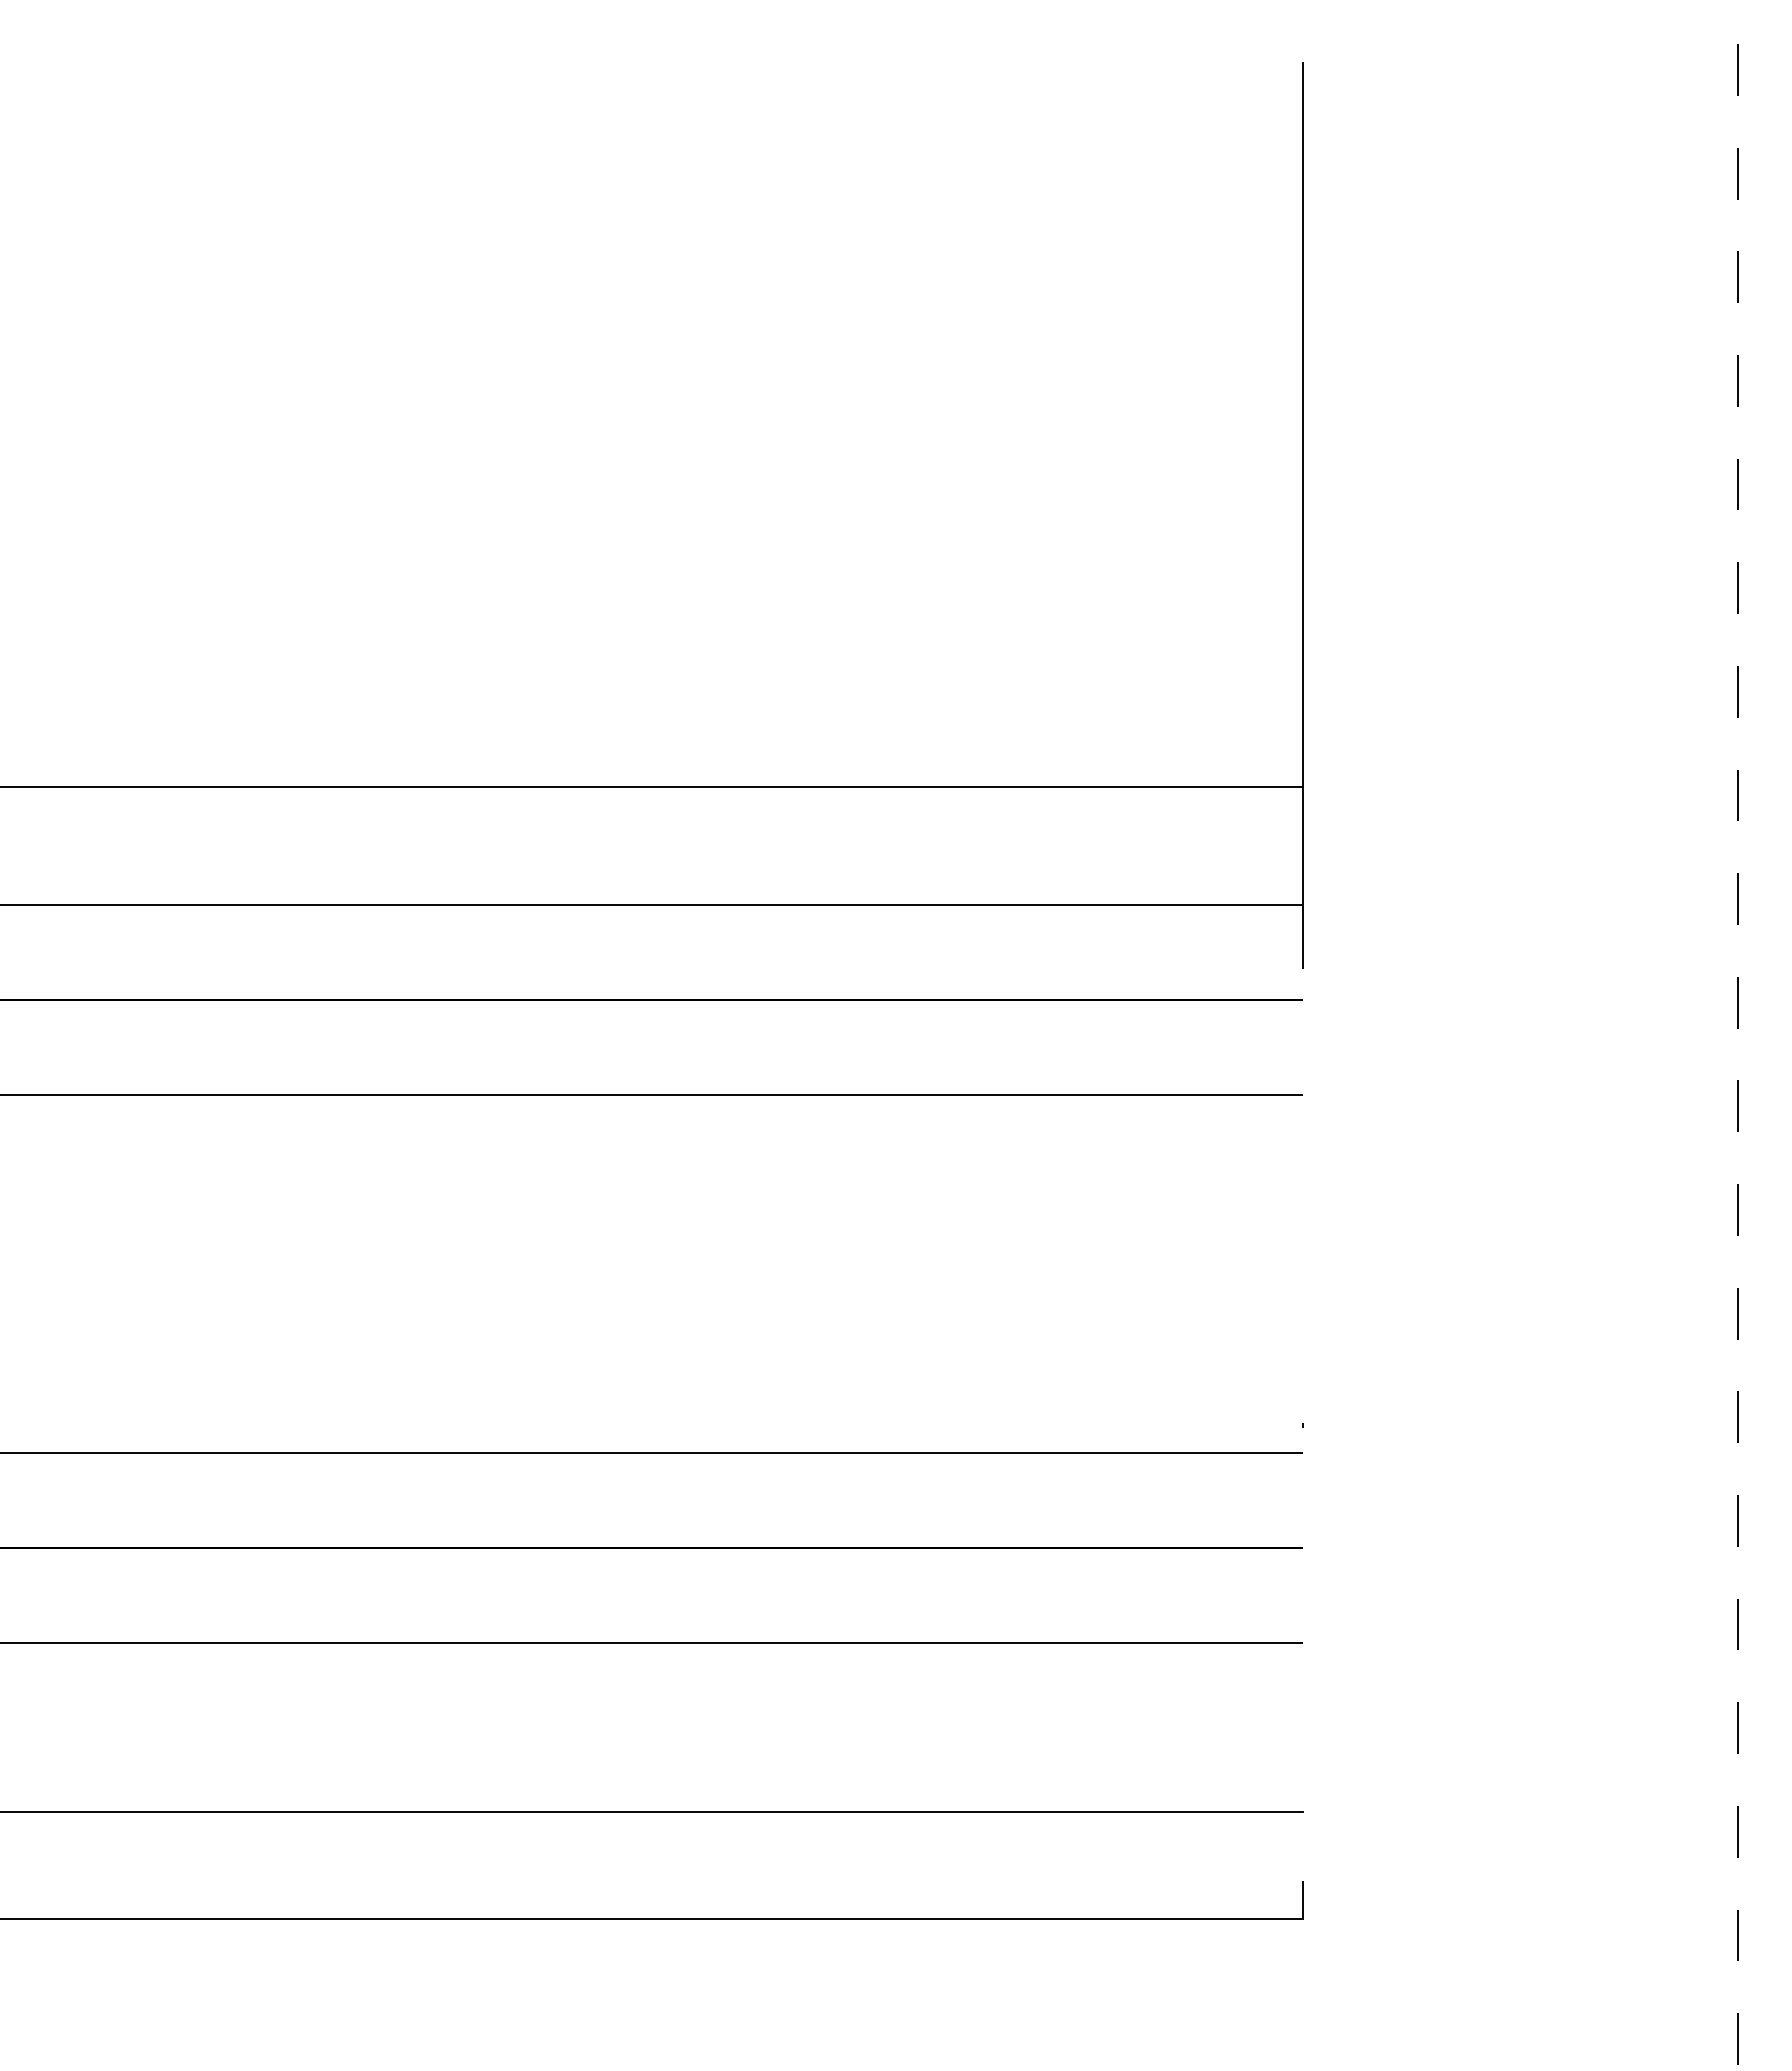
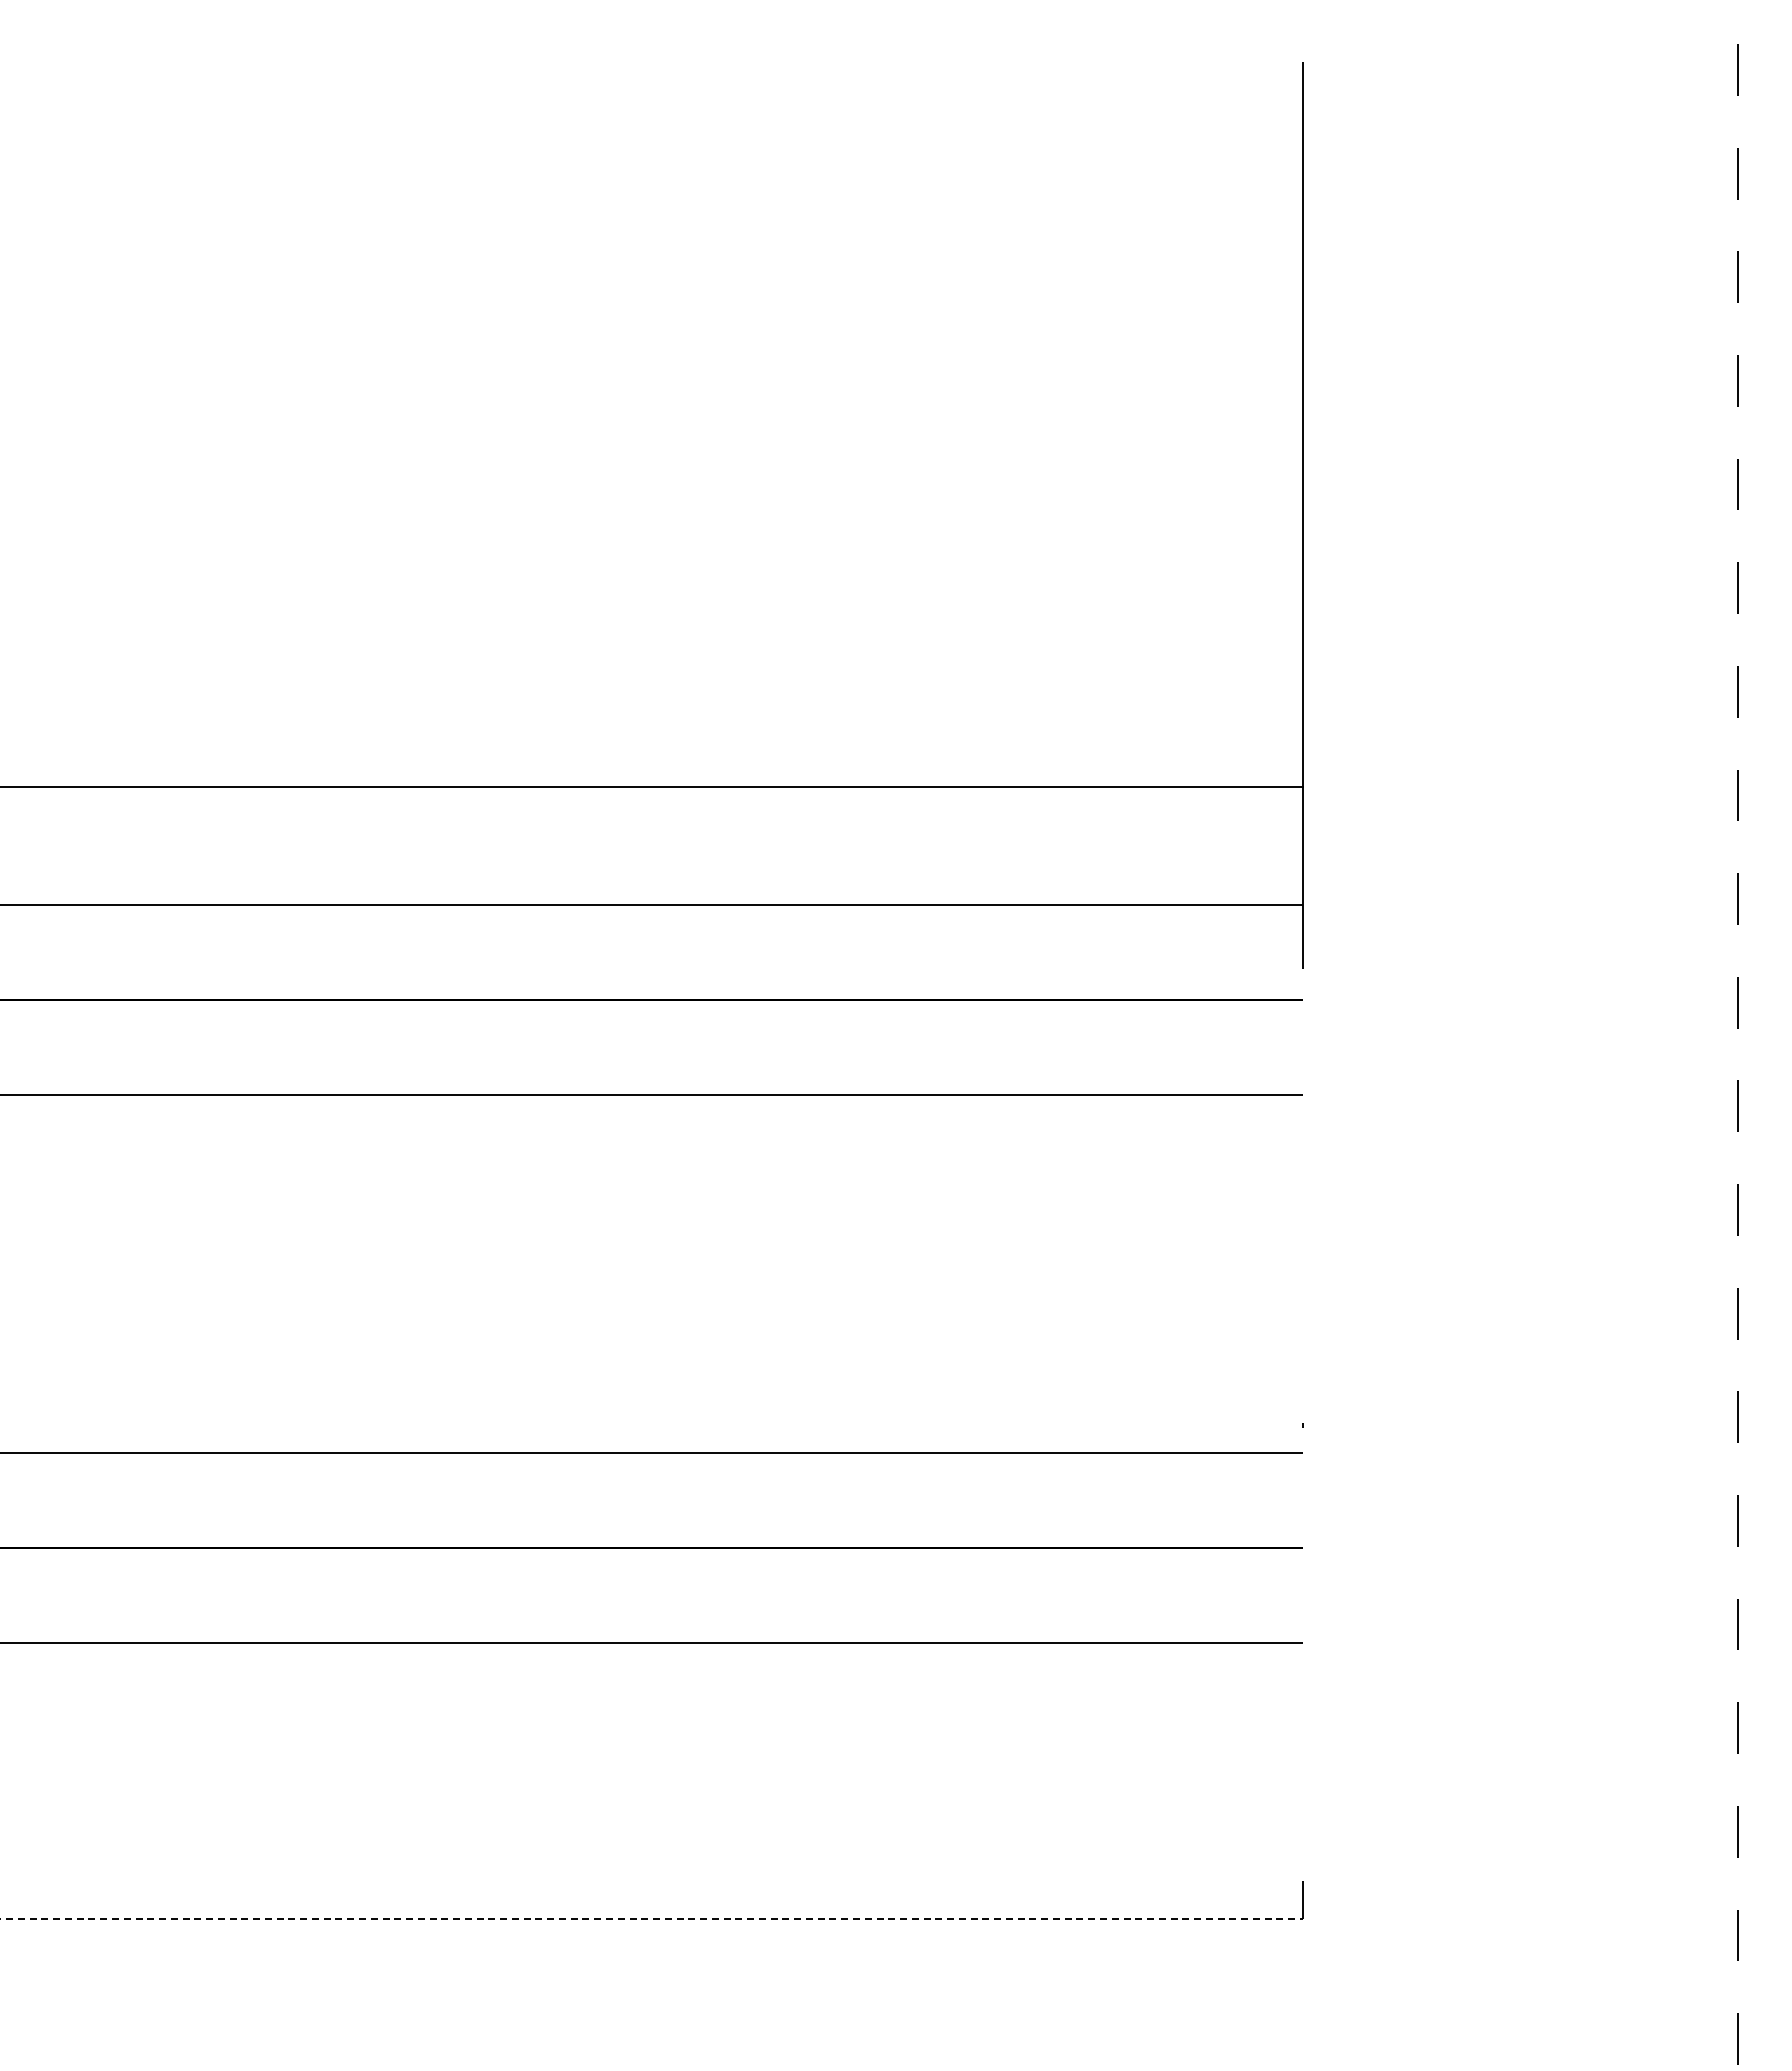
line at (652, 1812): present -> none
line at (652, 1919): solid -> dashed
